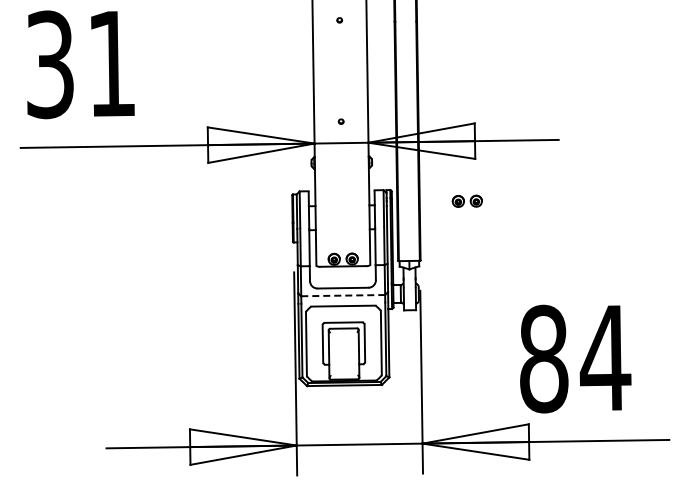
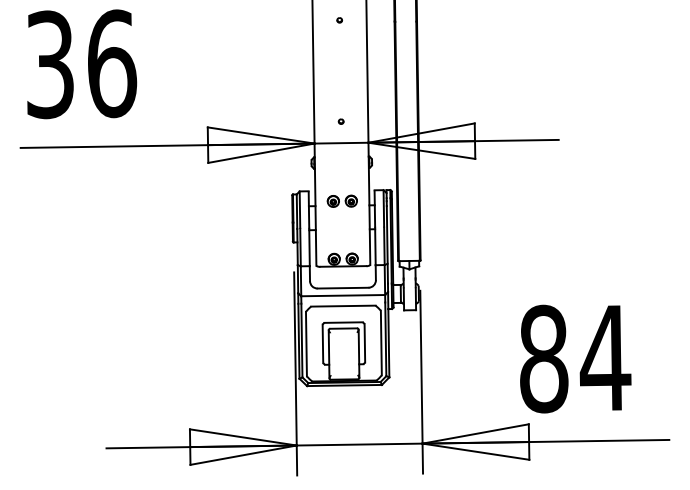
text at (112, 63): 31 -> 36
part at (466, 200) position: (466, 200) -> (341, 200)
line at (343, 295): dashed -> solid
